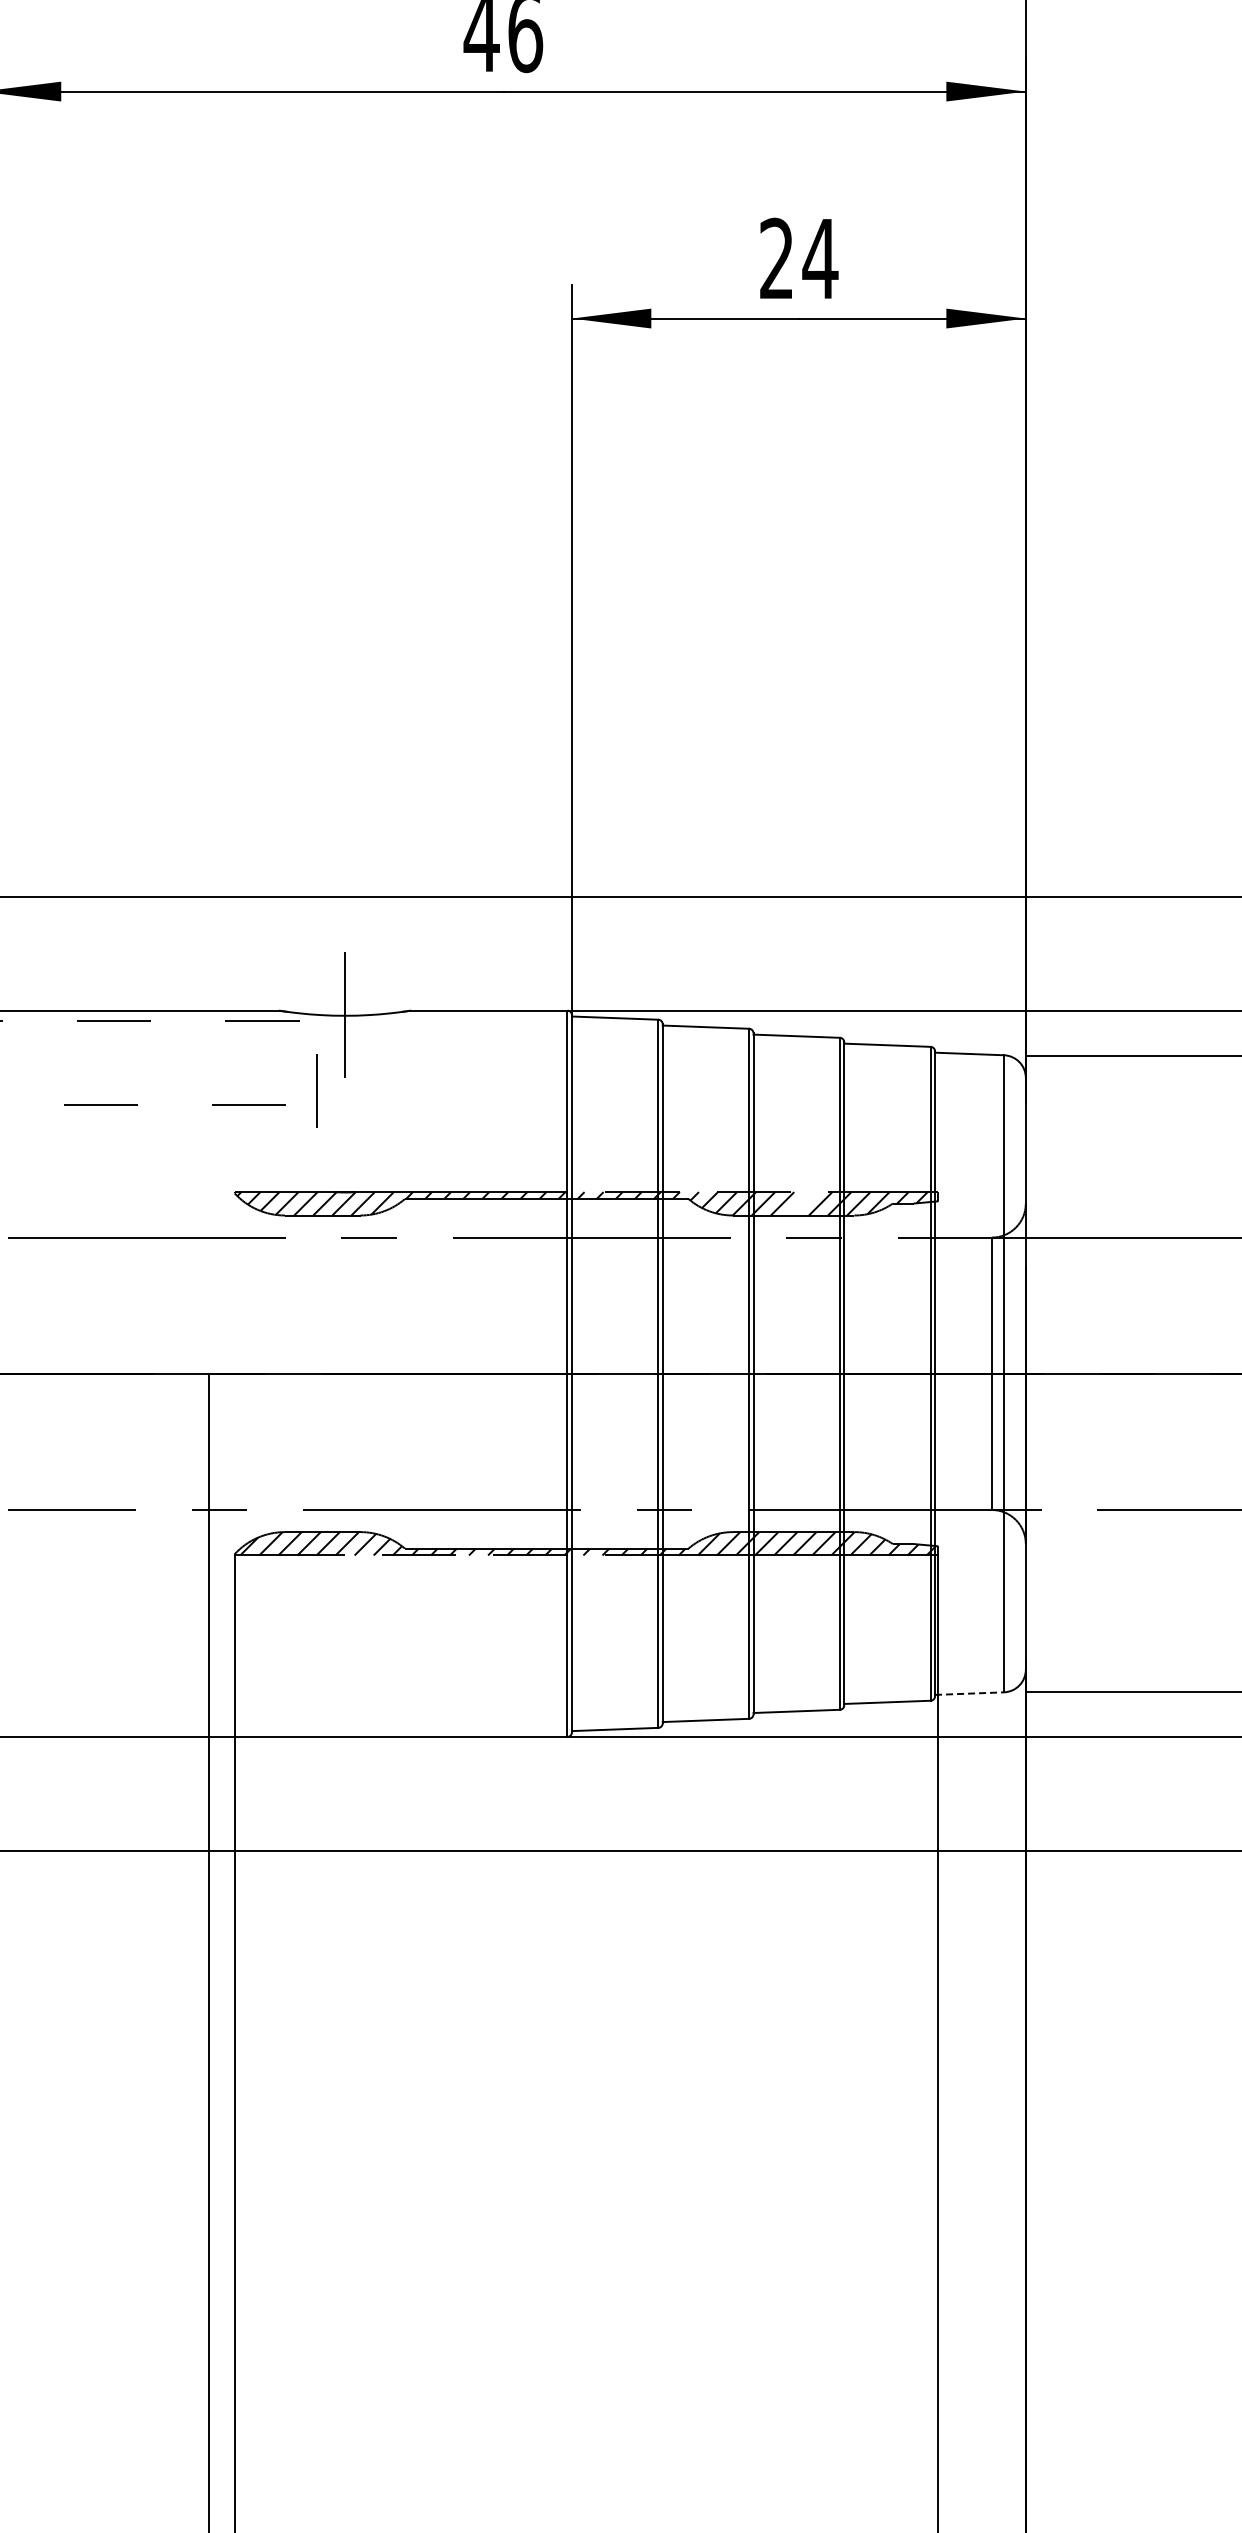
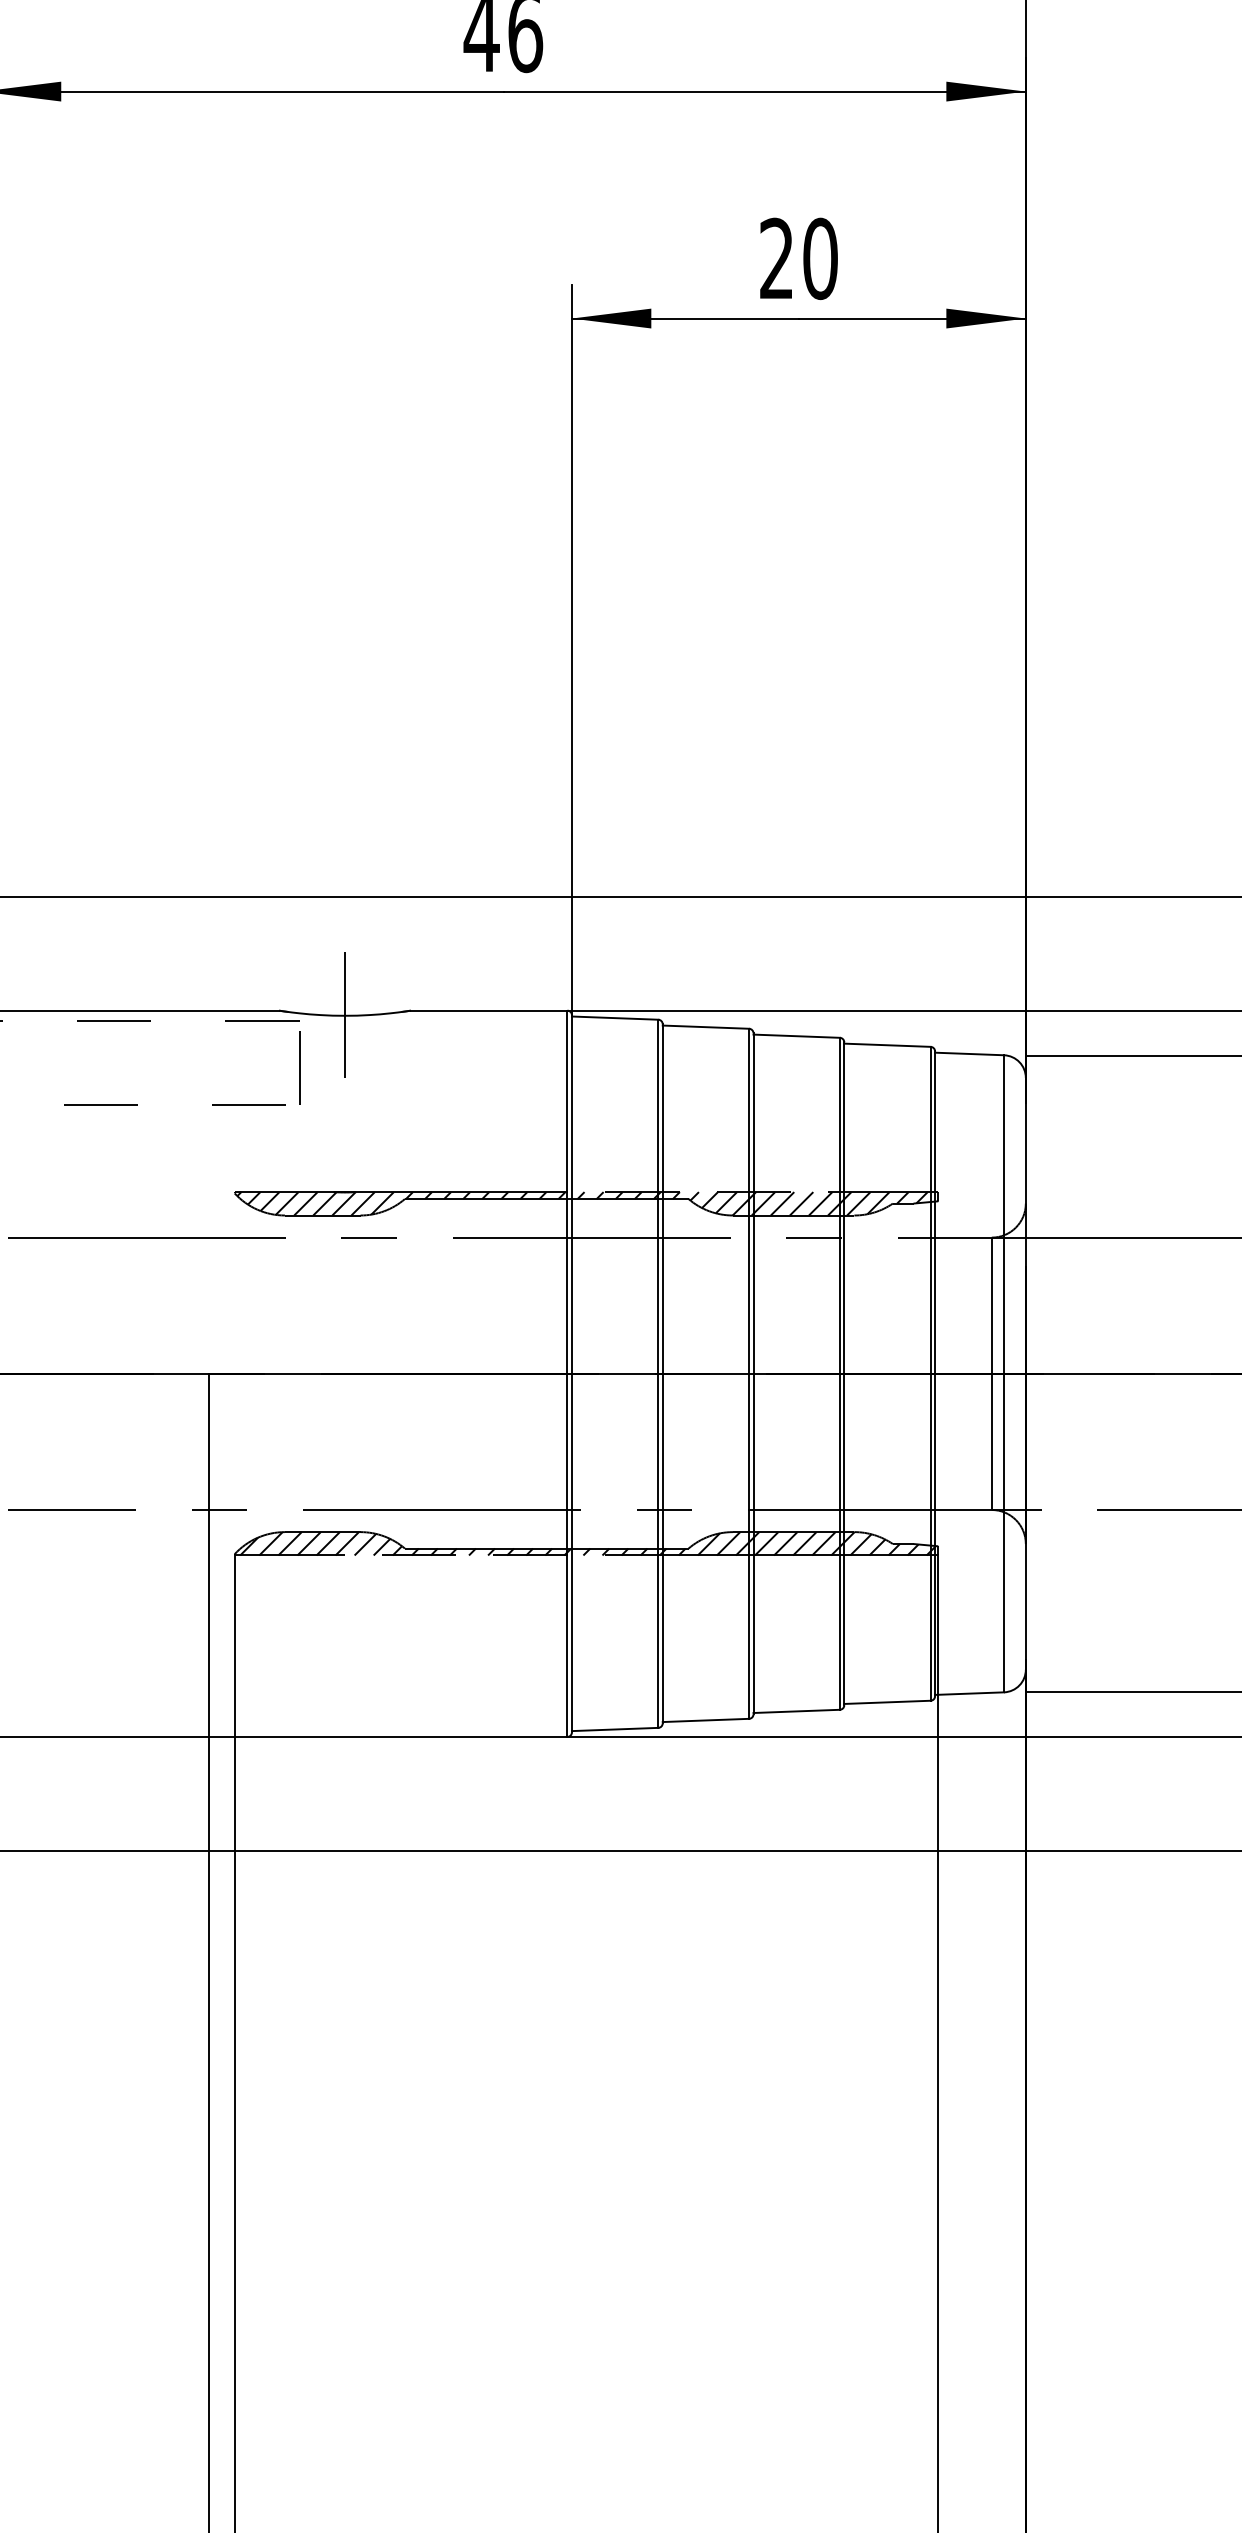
text at (820, 258): 24 -> 20
line at (316, 1090) position: (316, 1090) -> (299, 1067)
line at (801, 1203): none -> present
line at (970, 1693): dashed -> solid
